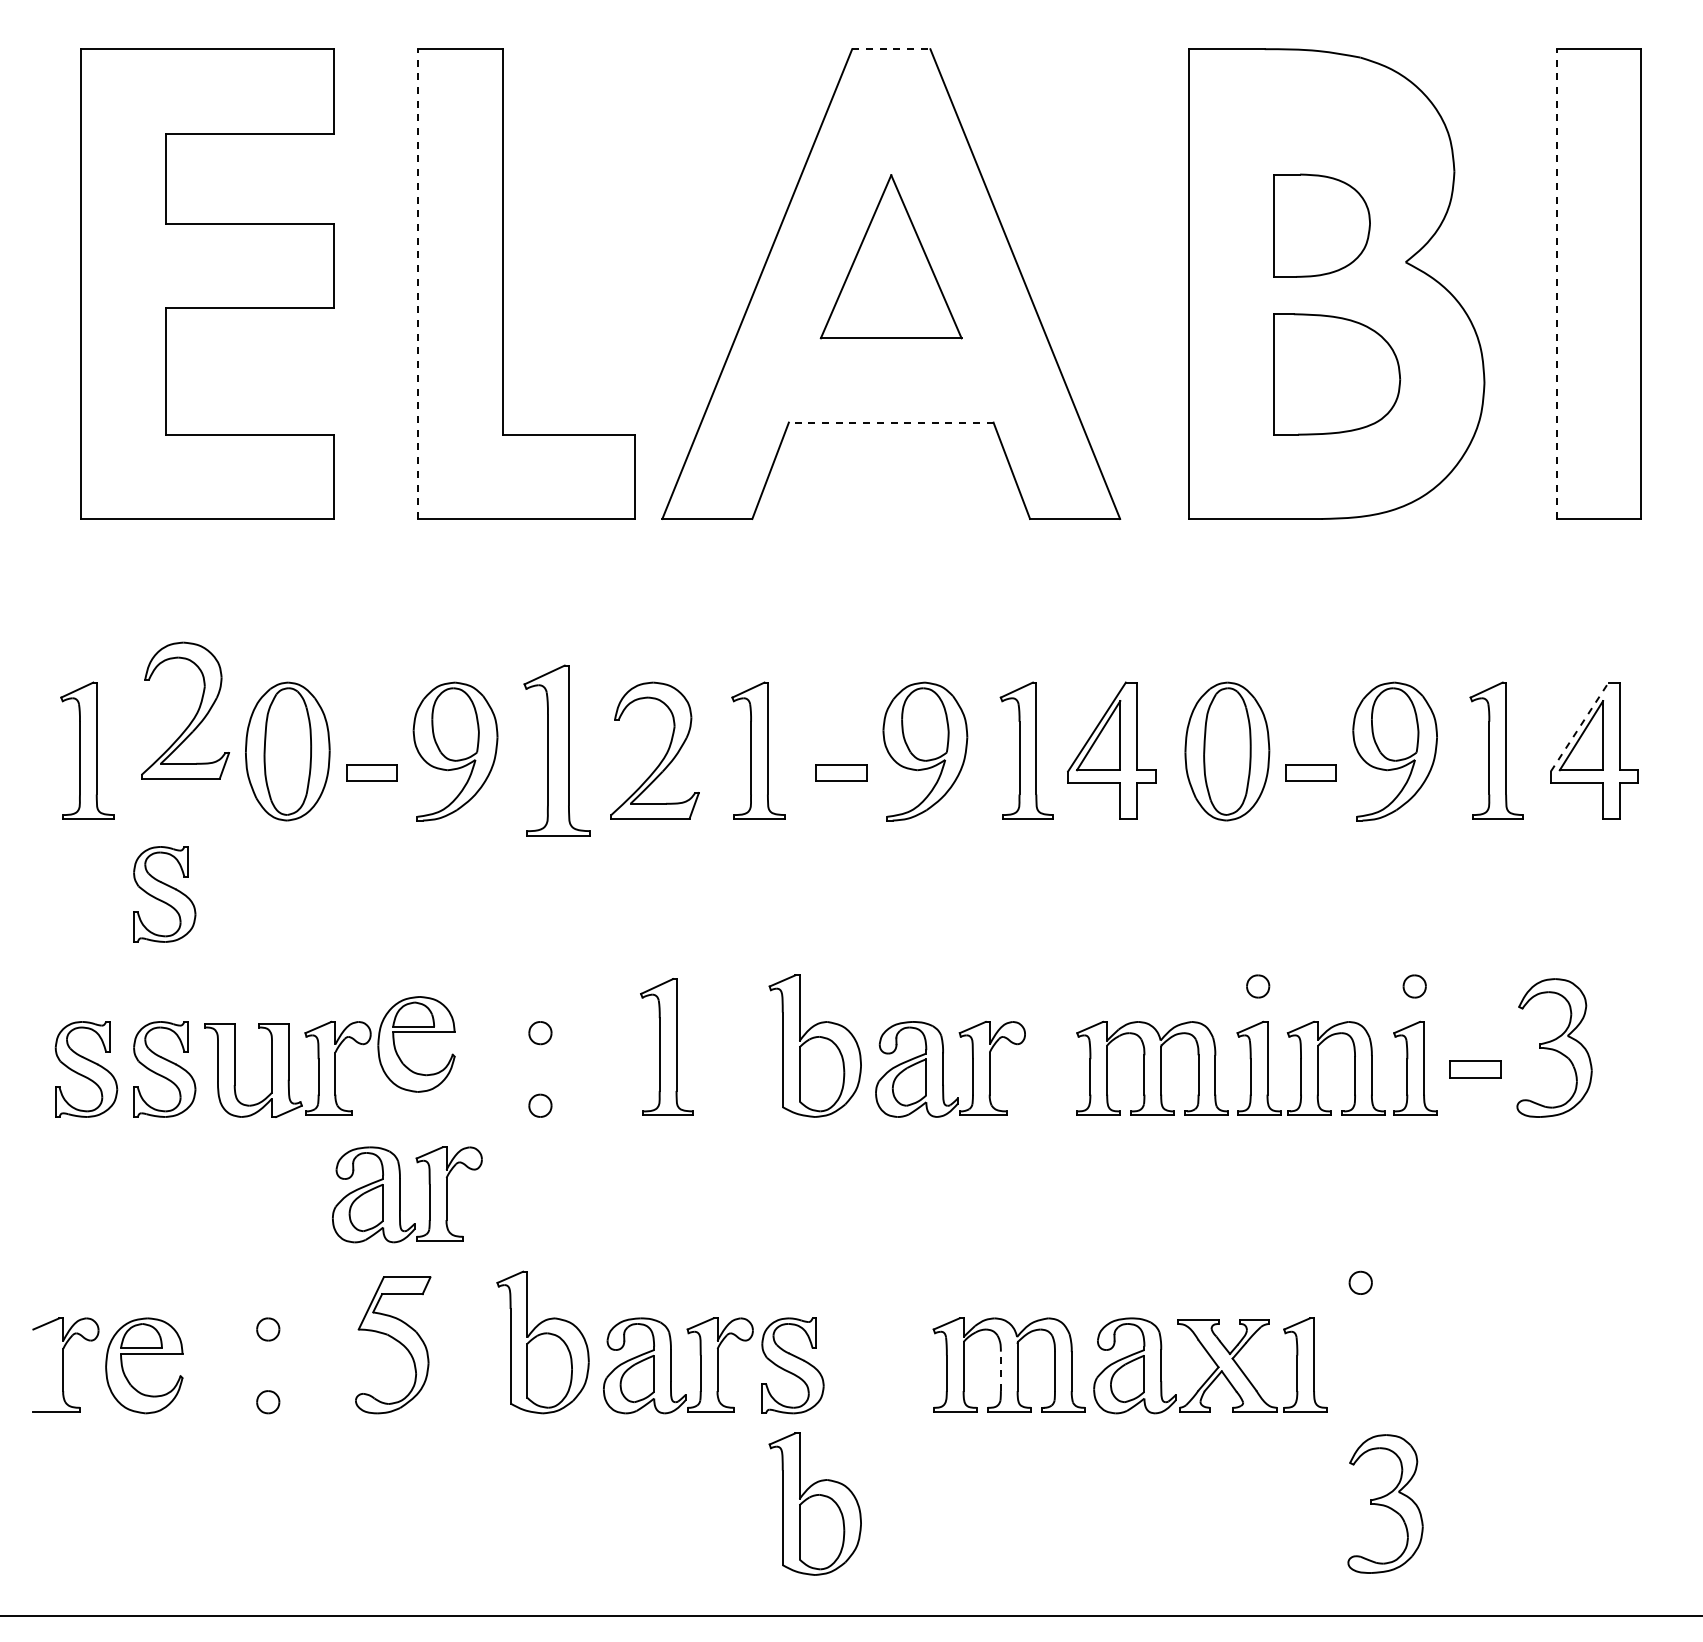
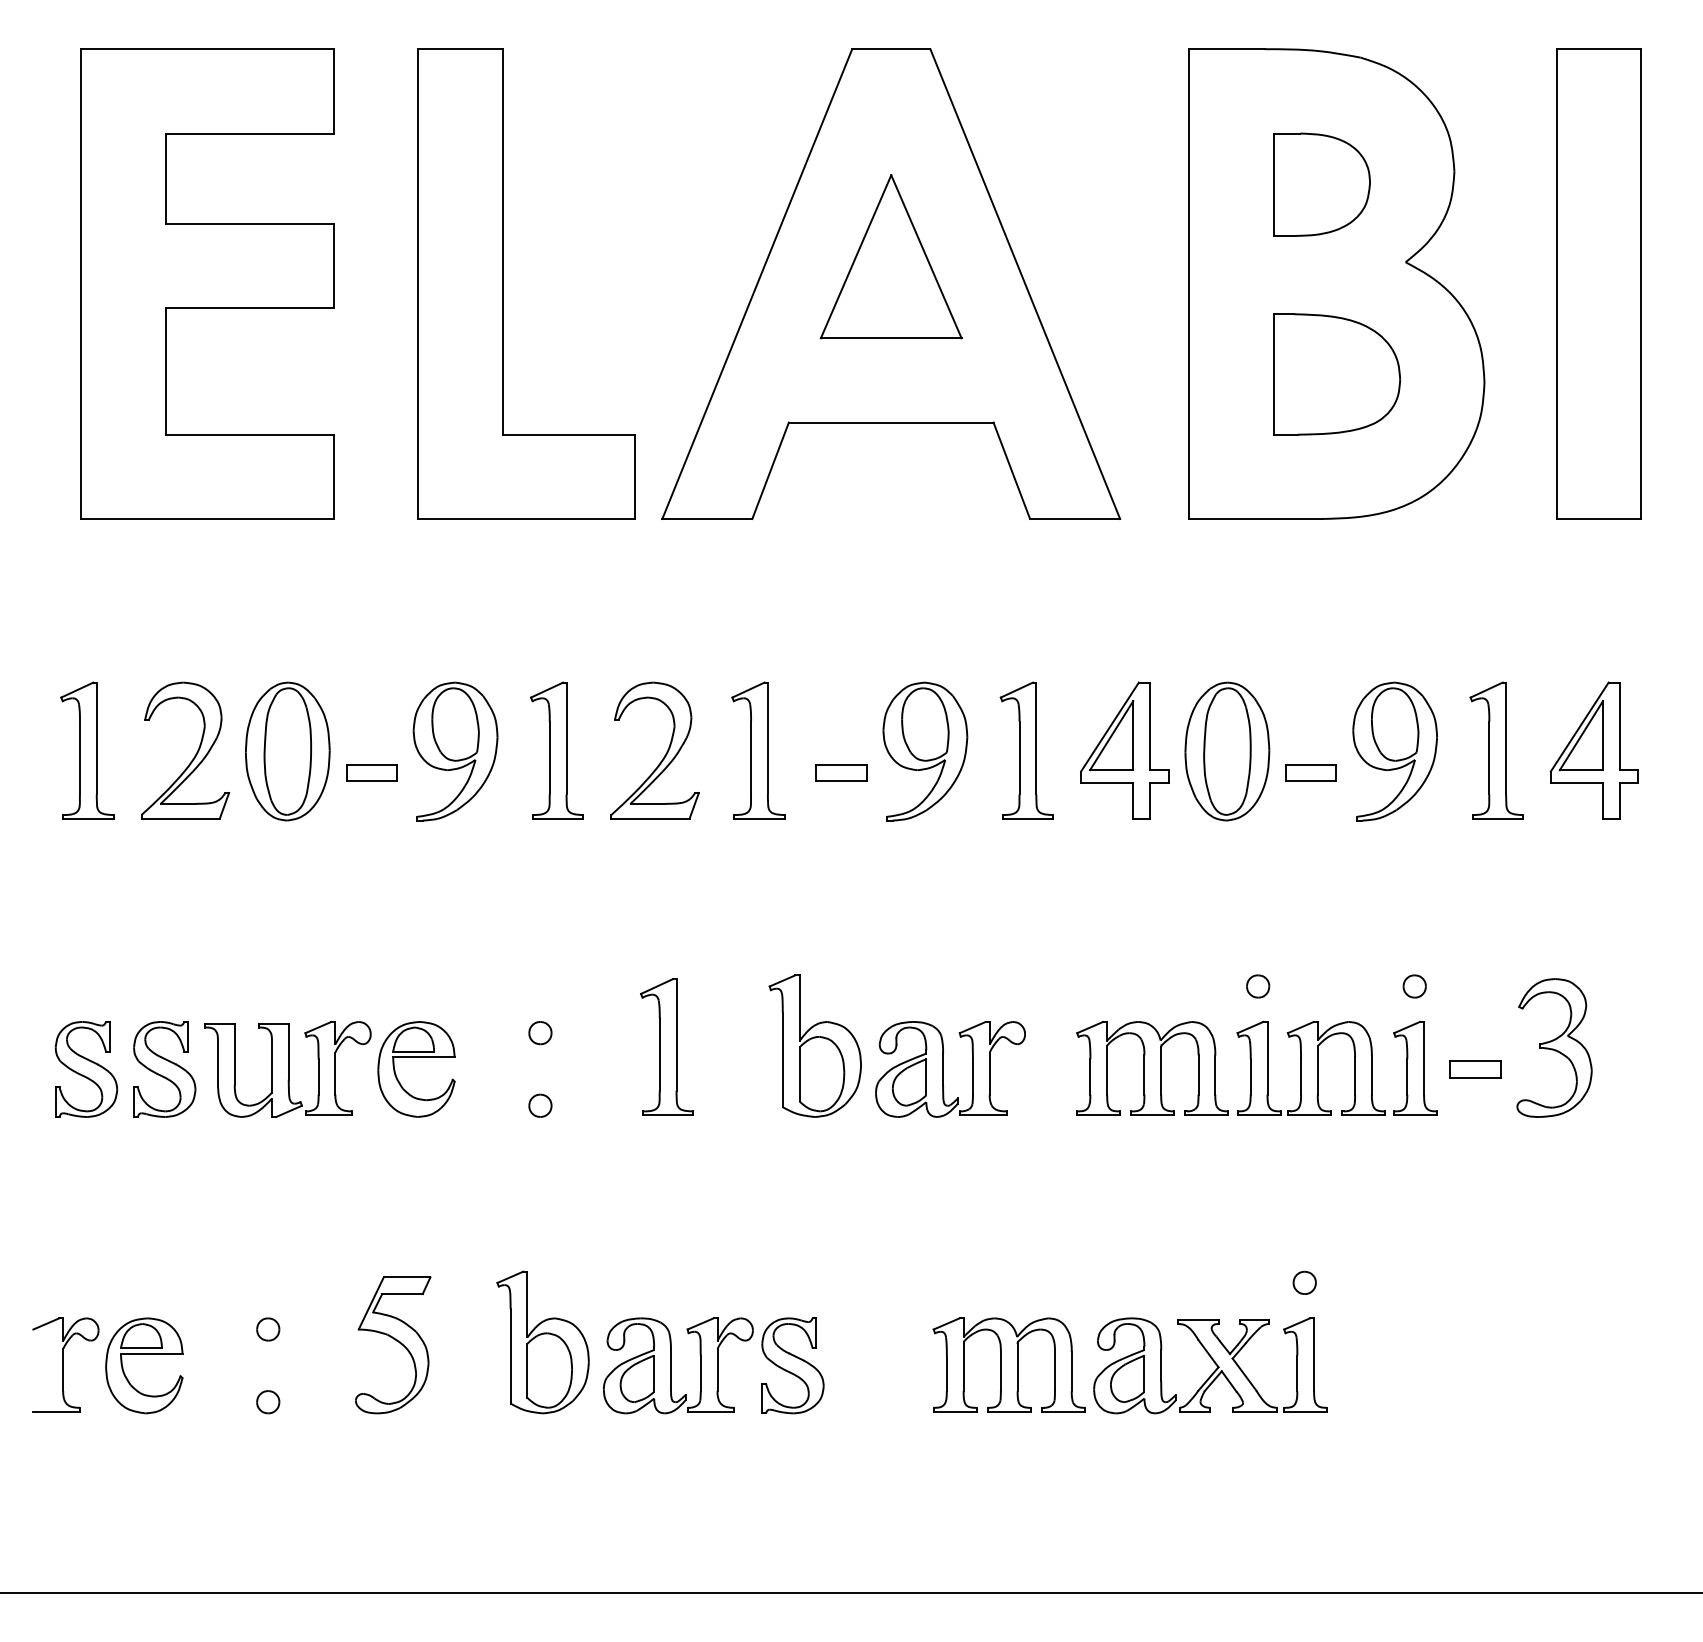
line at (891, 49): dashed -> solid
part at (1321, 225) position: (1321, 225) -> (1321, 184)
line at (418, 284): dashed -> solid
line at (1556, 284): dashed -> solid
line at (890, 422): dashed -> solid
part at (194, 715) position: (194, 715) -> (194, 755)
line at (1580, 726): dashed -> solid
part at (556, 750) size: 68x173 px -> 54x139 px
part at (1111, 750) position: (1111, 750) -> (1124, 750)
part at (164, 894): present -> none
part at (416, 1032) position: (416, 1032) -> (416, 1057)
part at (400, 1194): present -> none
part at (1360, 1282) position: (1360, 1282) -> (1304, 1282)
line at (1000, 1371): dashed -> solid
part at (814, 1503): present -> none
part at (1385, 1503): present -> none
line at (850, 1615) position: (850, 1615) -> (850, 1592)
